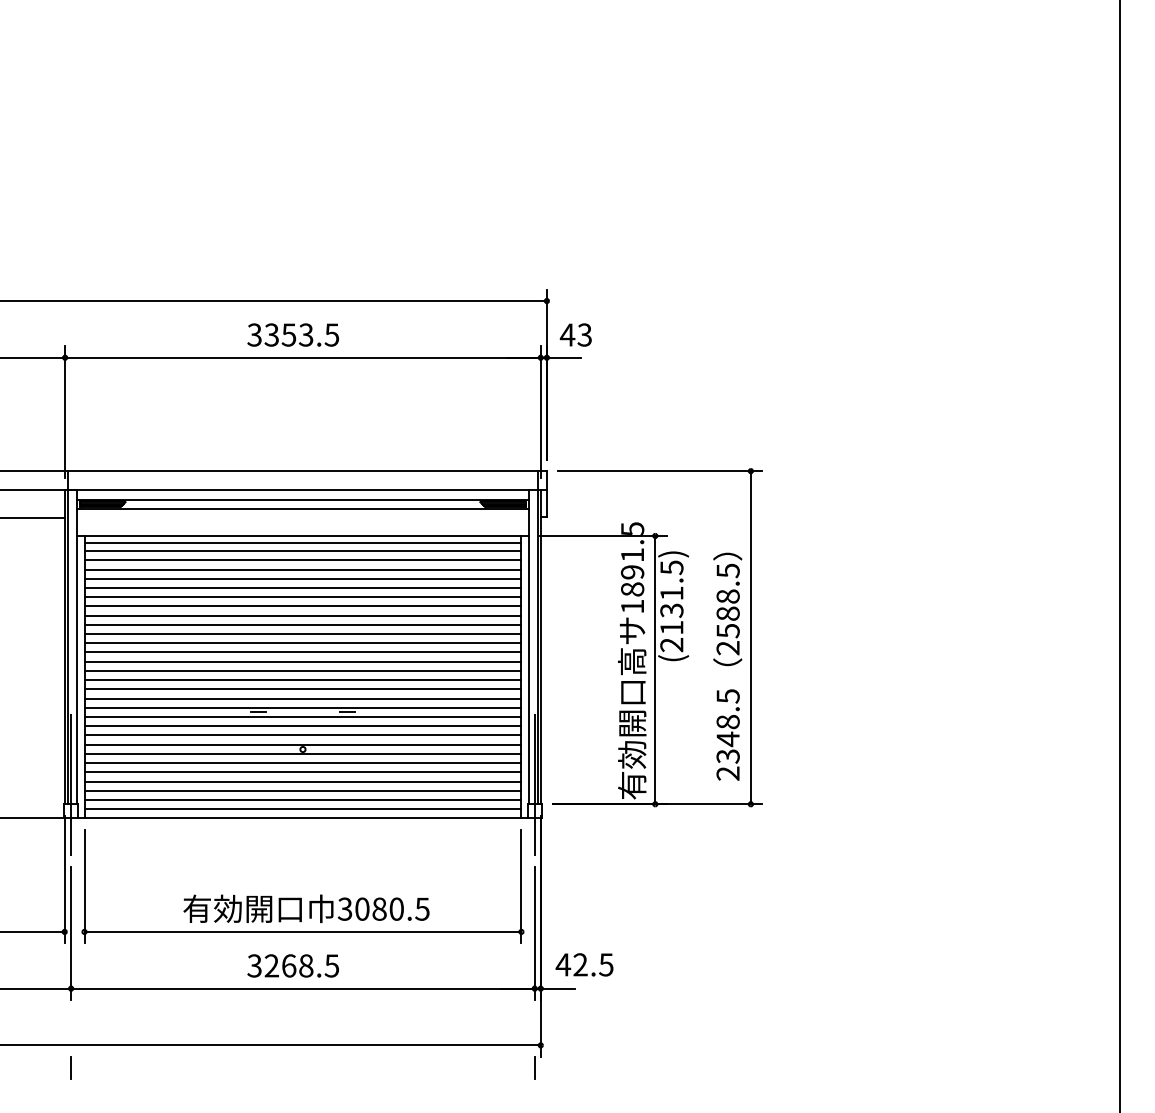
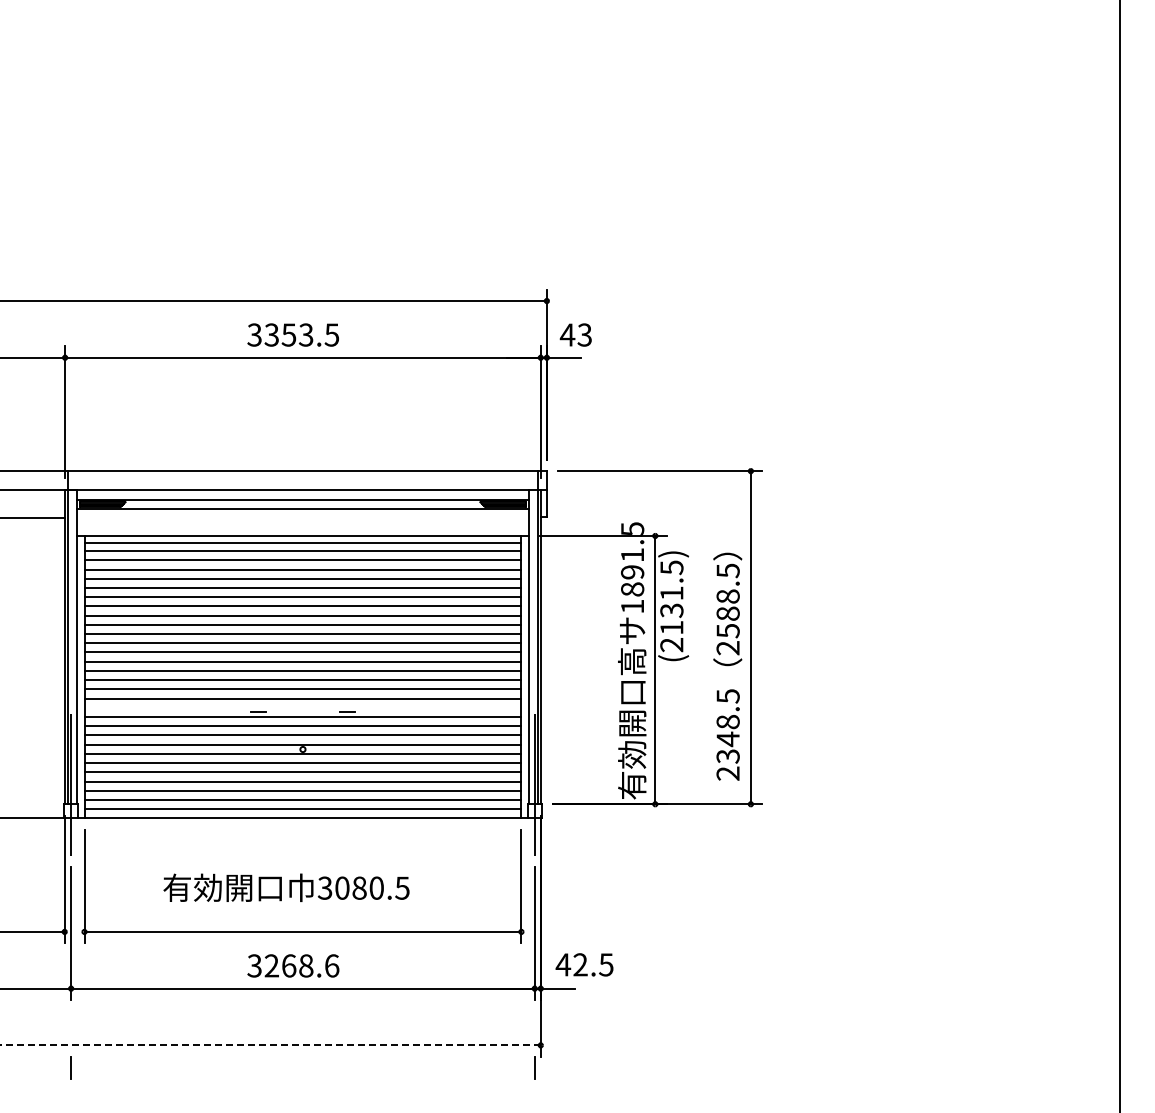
line at (302, 707): present -> none
text at (306, 908) position: (306, 908) -> (286, 887)
text at (331, 965): 3268.5 -> 3268.6
line at (270, 1045): solid -> dashed
